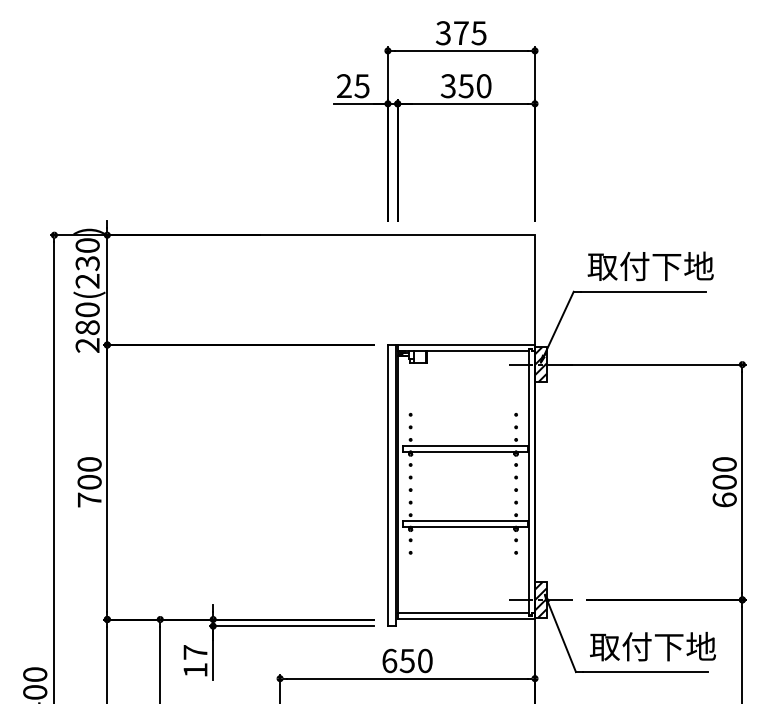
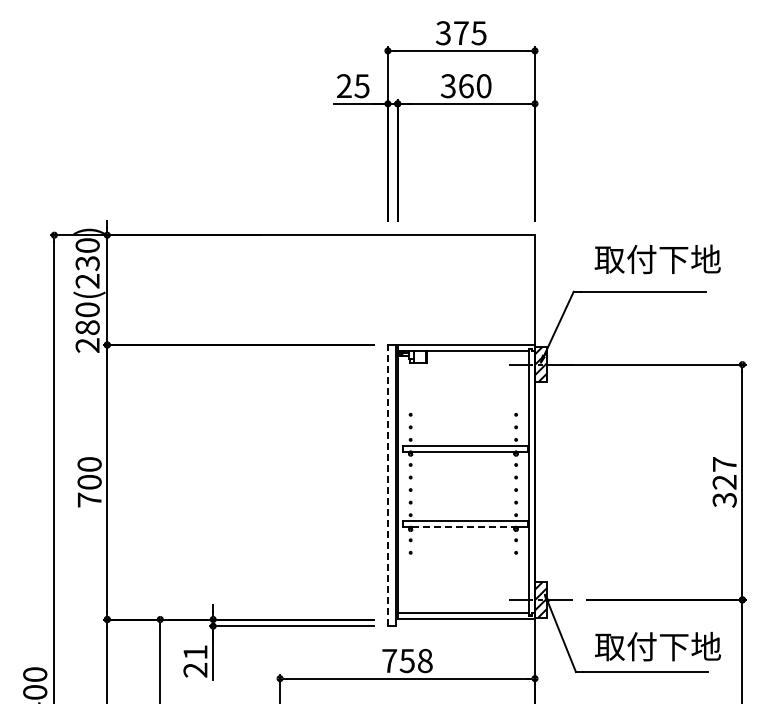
text at (465, 86): 350 -> 360
text at (650, 266) position: (650, 266) -> (657, 259)
text at (724, 482): 600 -> 327
line at (387, 485): solid -> dashed
line at (463, 527): solid -> dashed
text at (652, 646) position: (652, 646) -> (657, 646)
text at (407, 660): 650 -> 758
text at (195, 661): 17 -> 21
